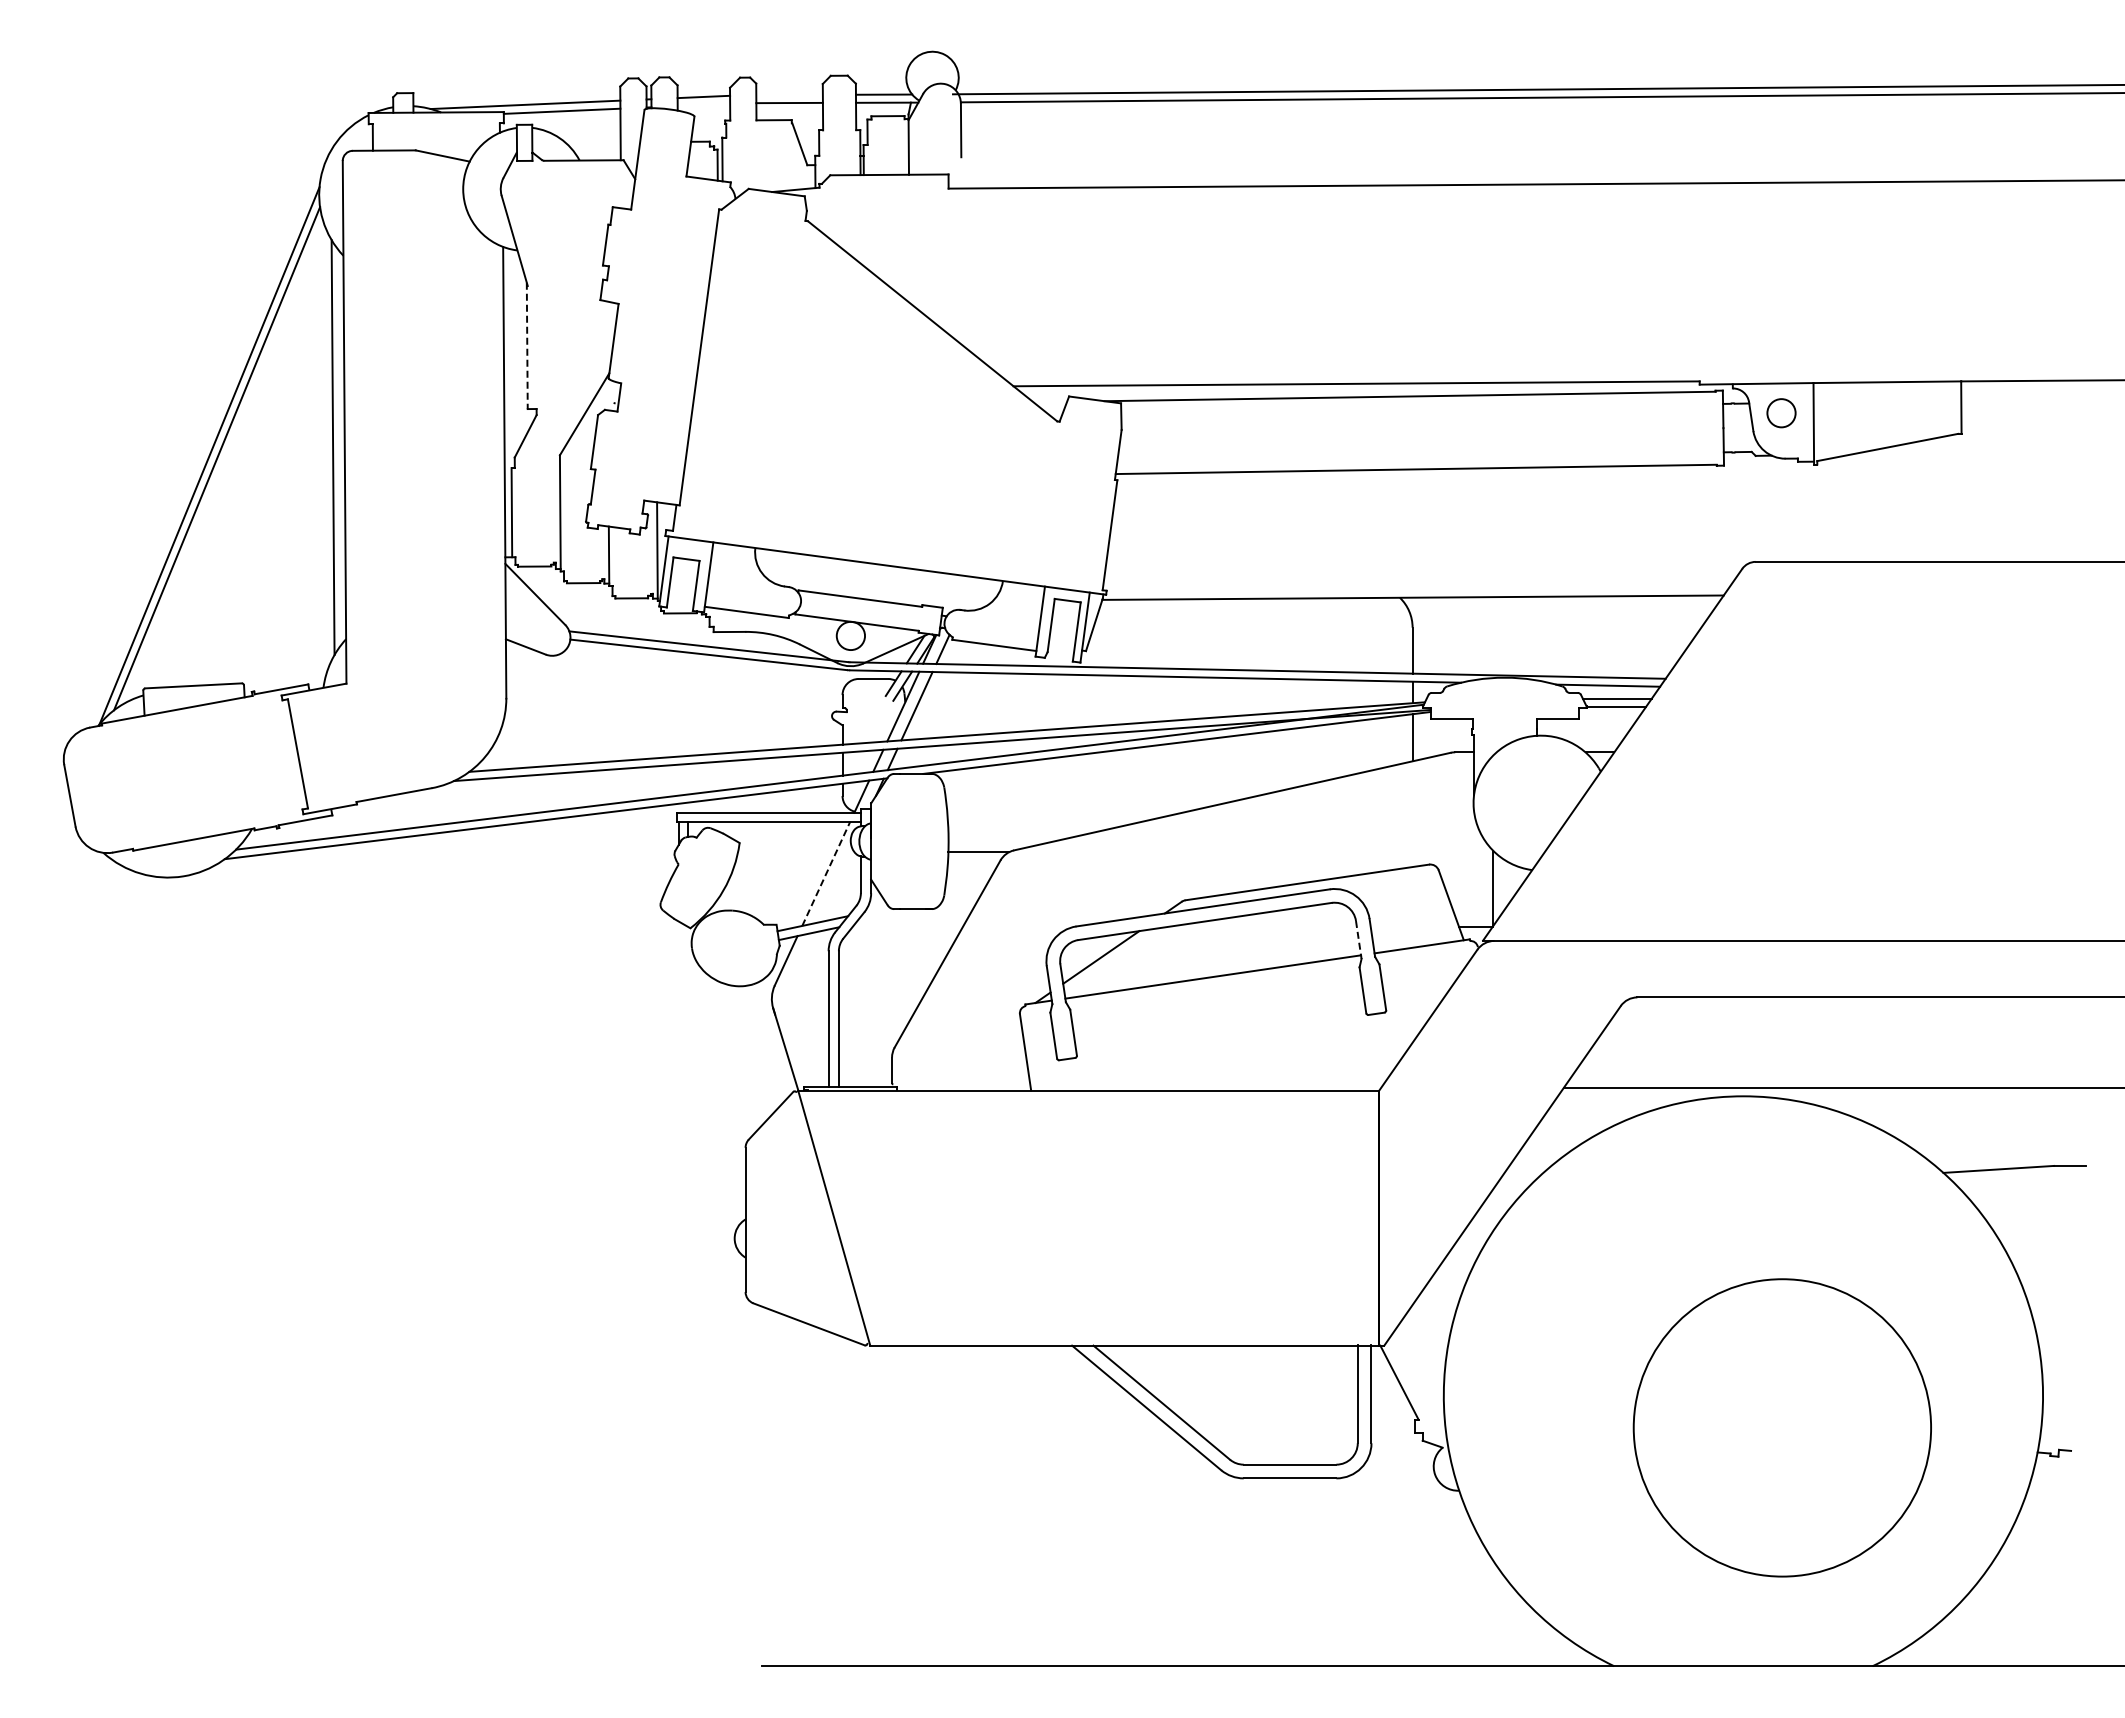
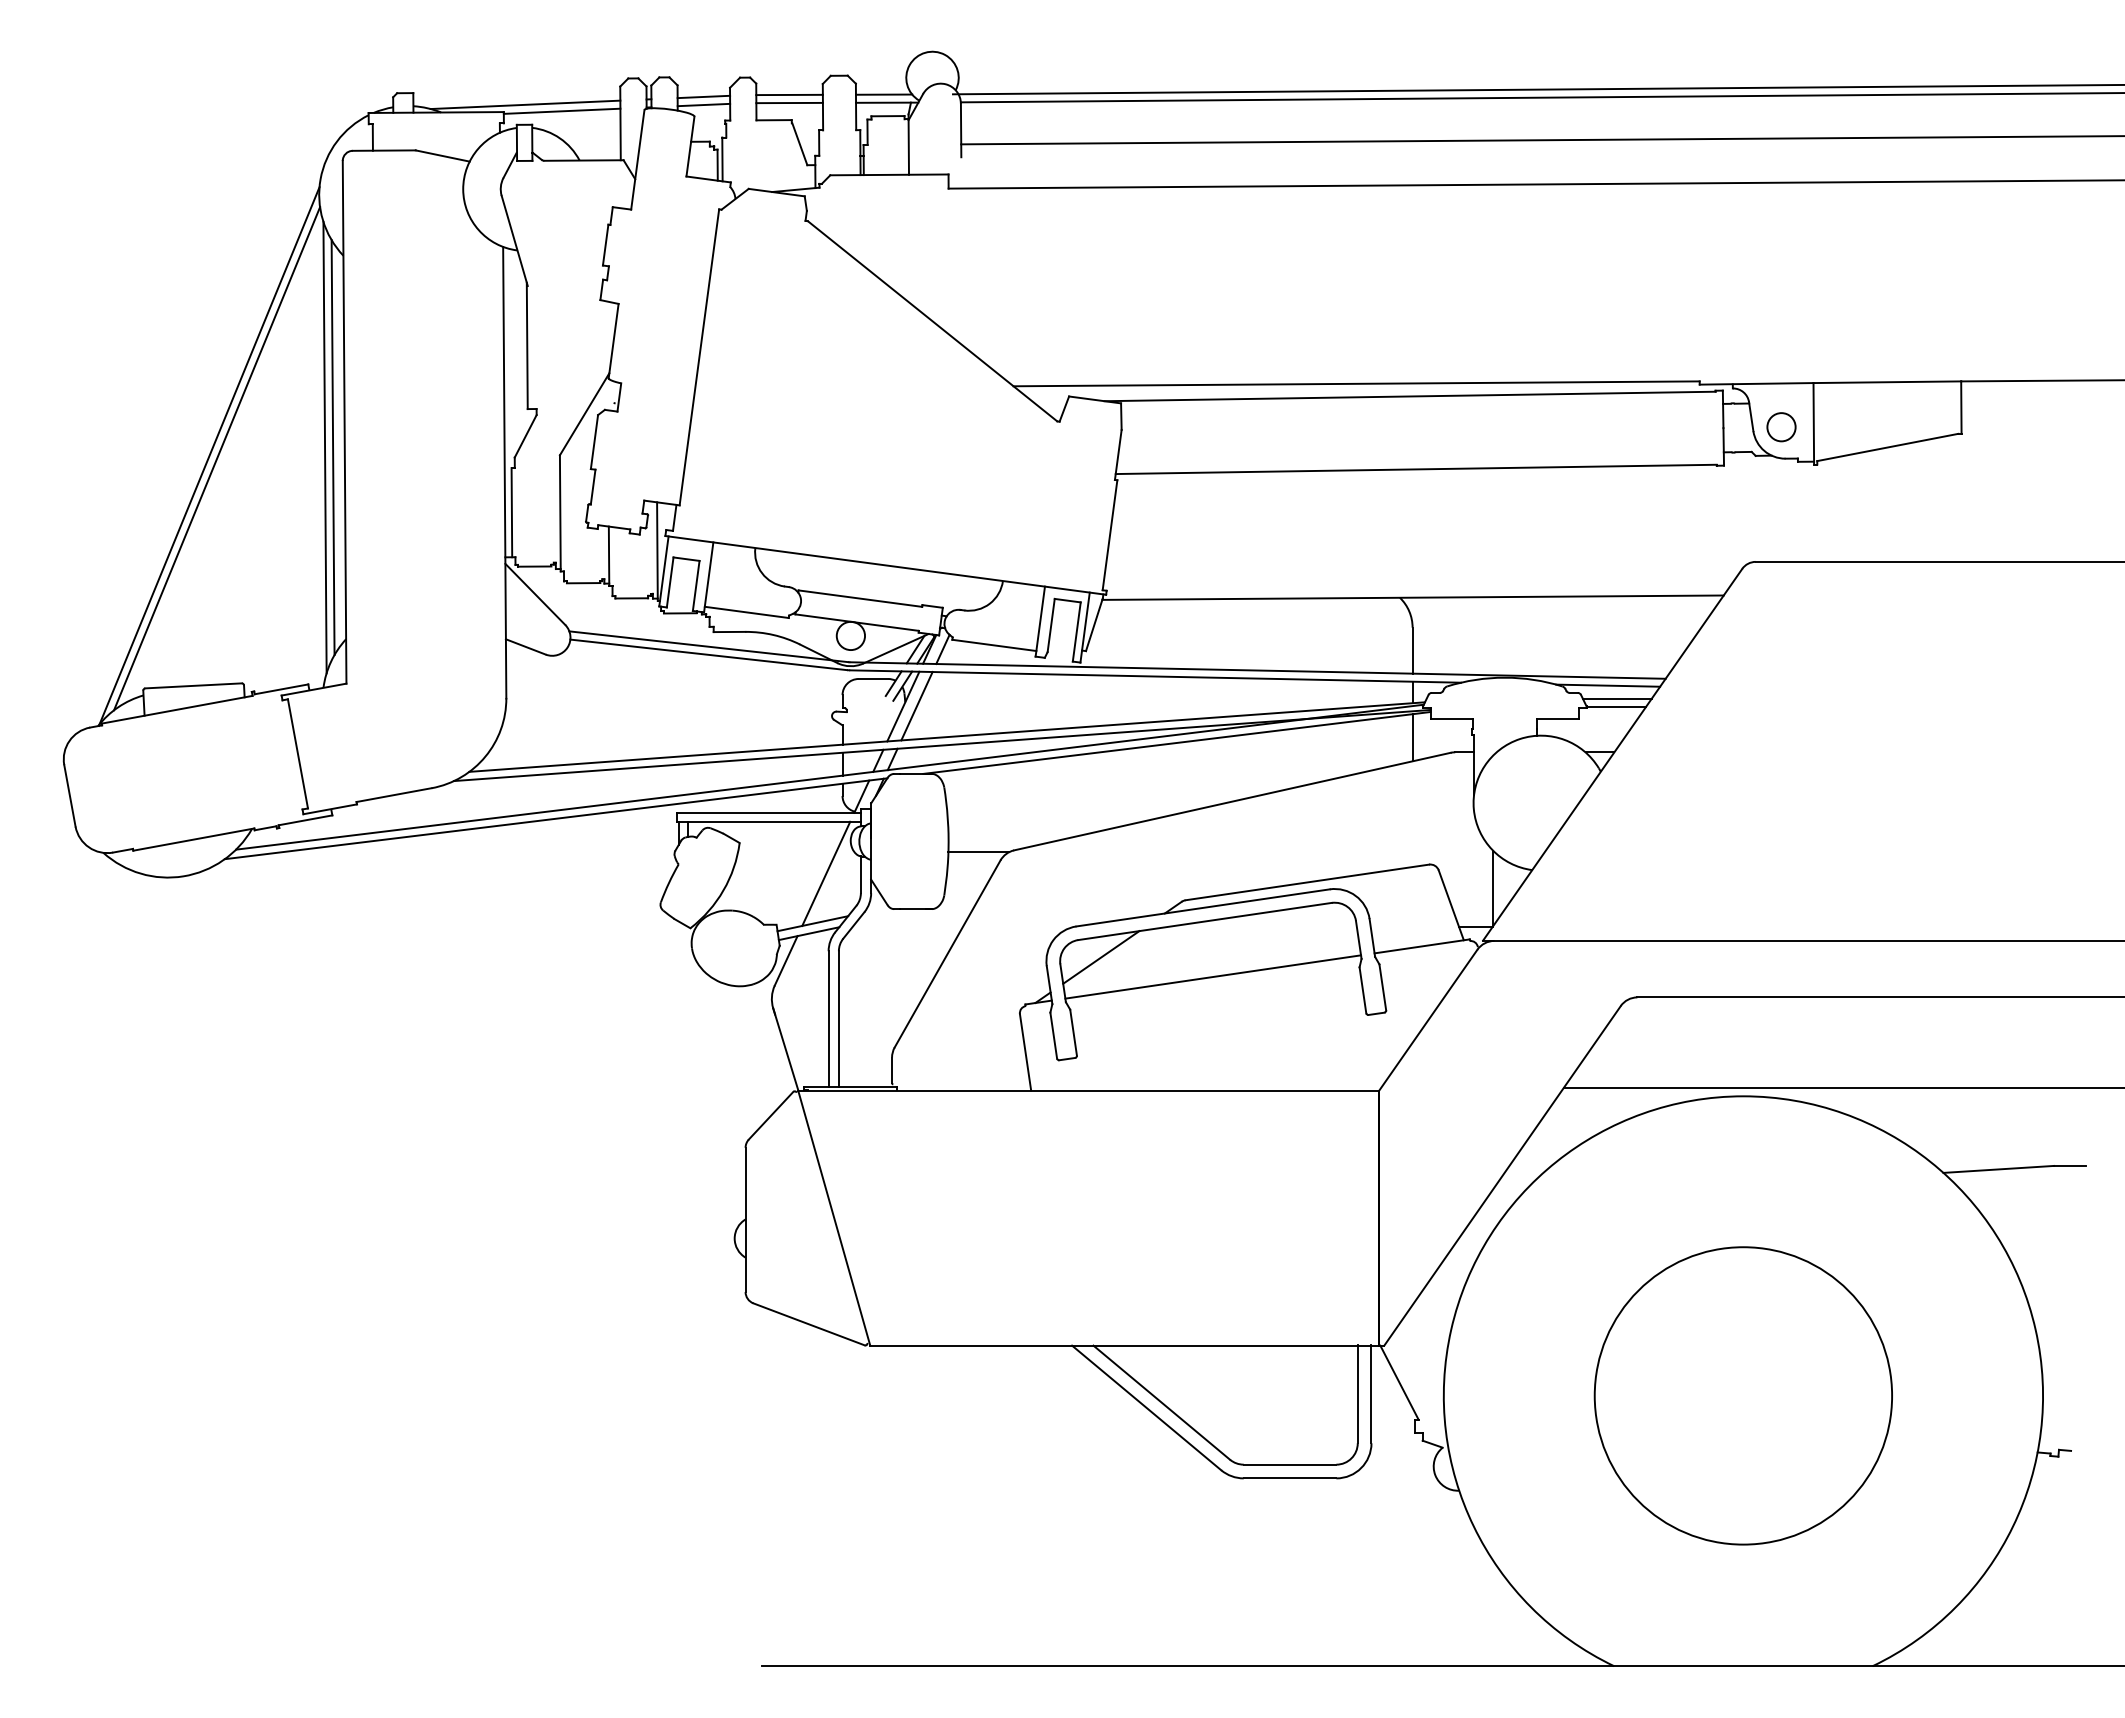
line at (789, 94): none -> present
line at (703, 104): none -> present
line at (1541, 140): none -> present
line at (527, 346): dashed -> solid
circle at (1781, 413) position: (1781, 413) -> (1781, 427)
line at (324, 447): none -> present
line at (826, 873): dashed -> solid
line at (1358, 940): dashed -> solid
circle at (1781, 1427) position: (1781, 1427) -> (1742, 1395)
